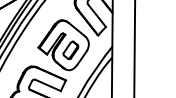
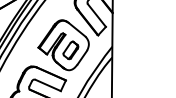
line at (134, 48): present -> none
